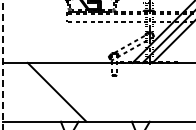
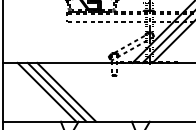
line at (2, 65): dashed -> solid
line at (46, 91): none -> present
line at (66, 91): none -> present
